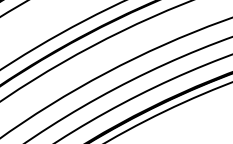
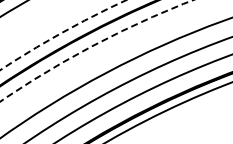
arc at (61, 33): solid -> dashed
arc at (93, 45): solid -> dashed
